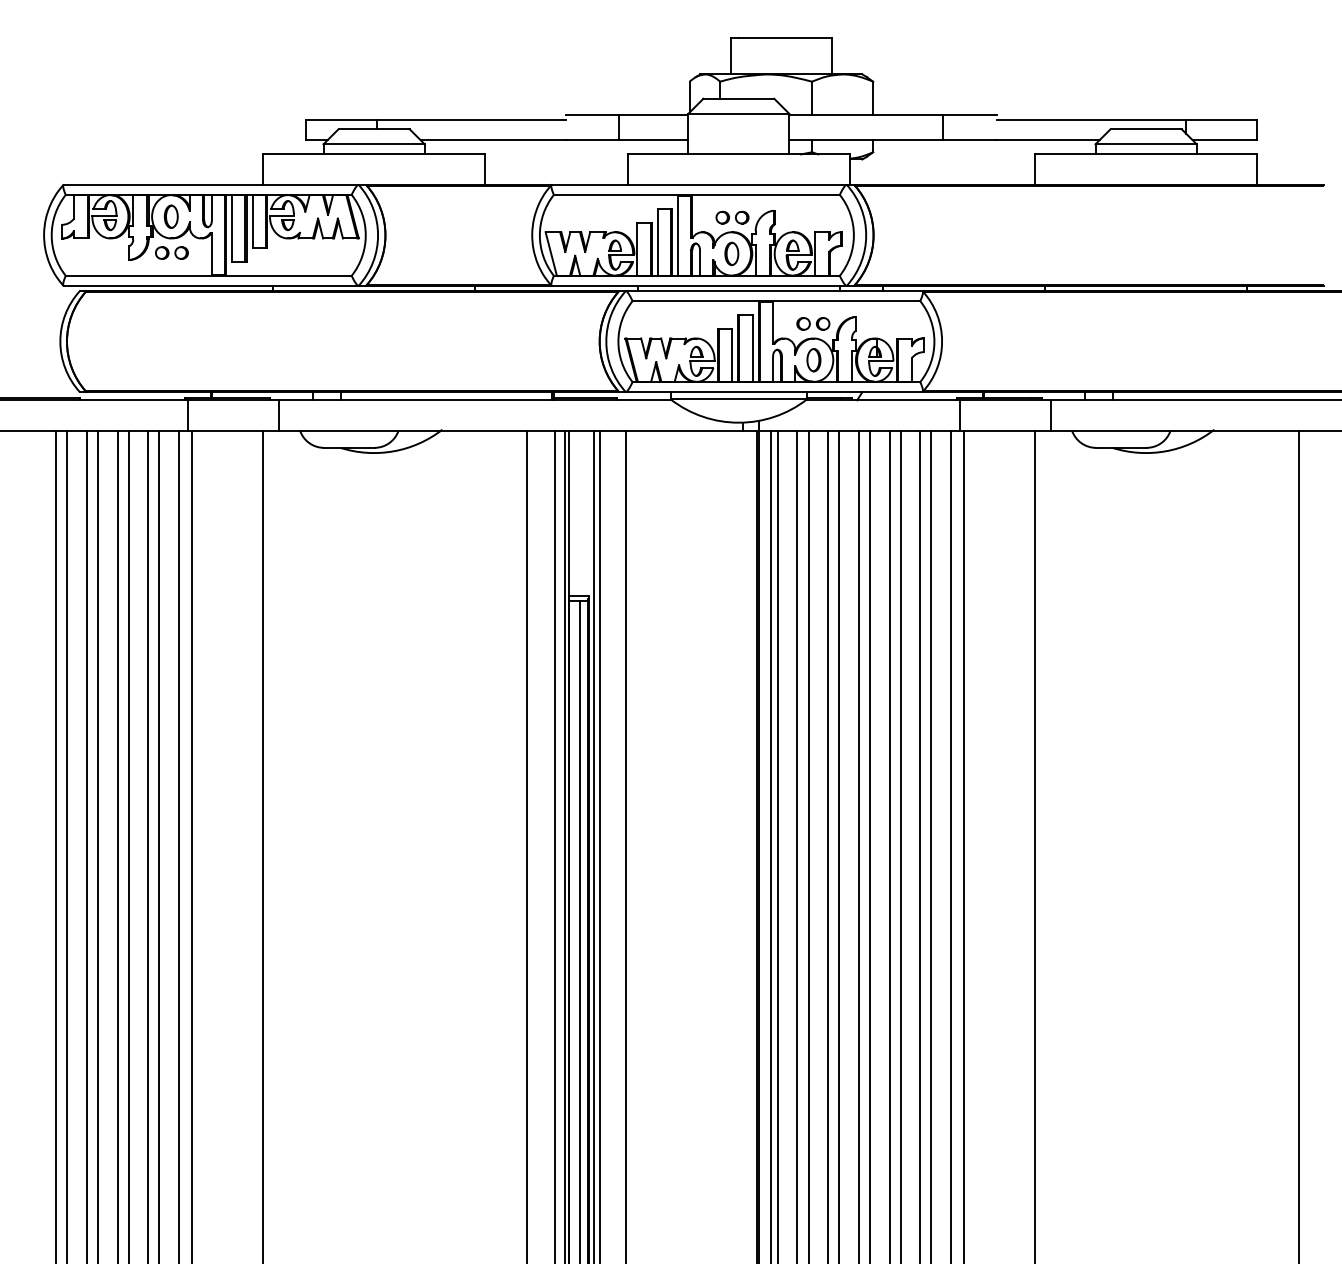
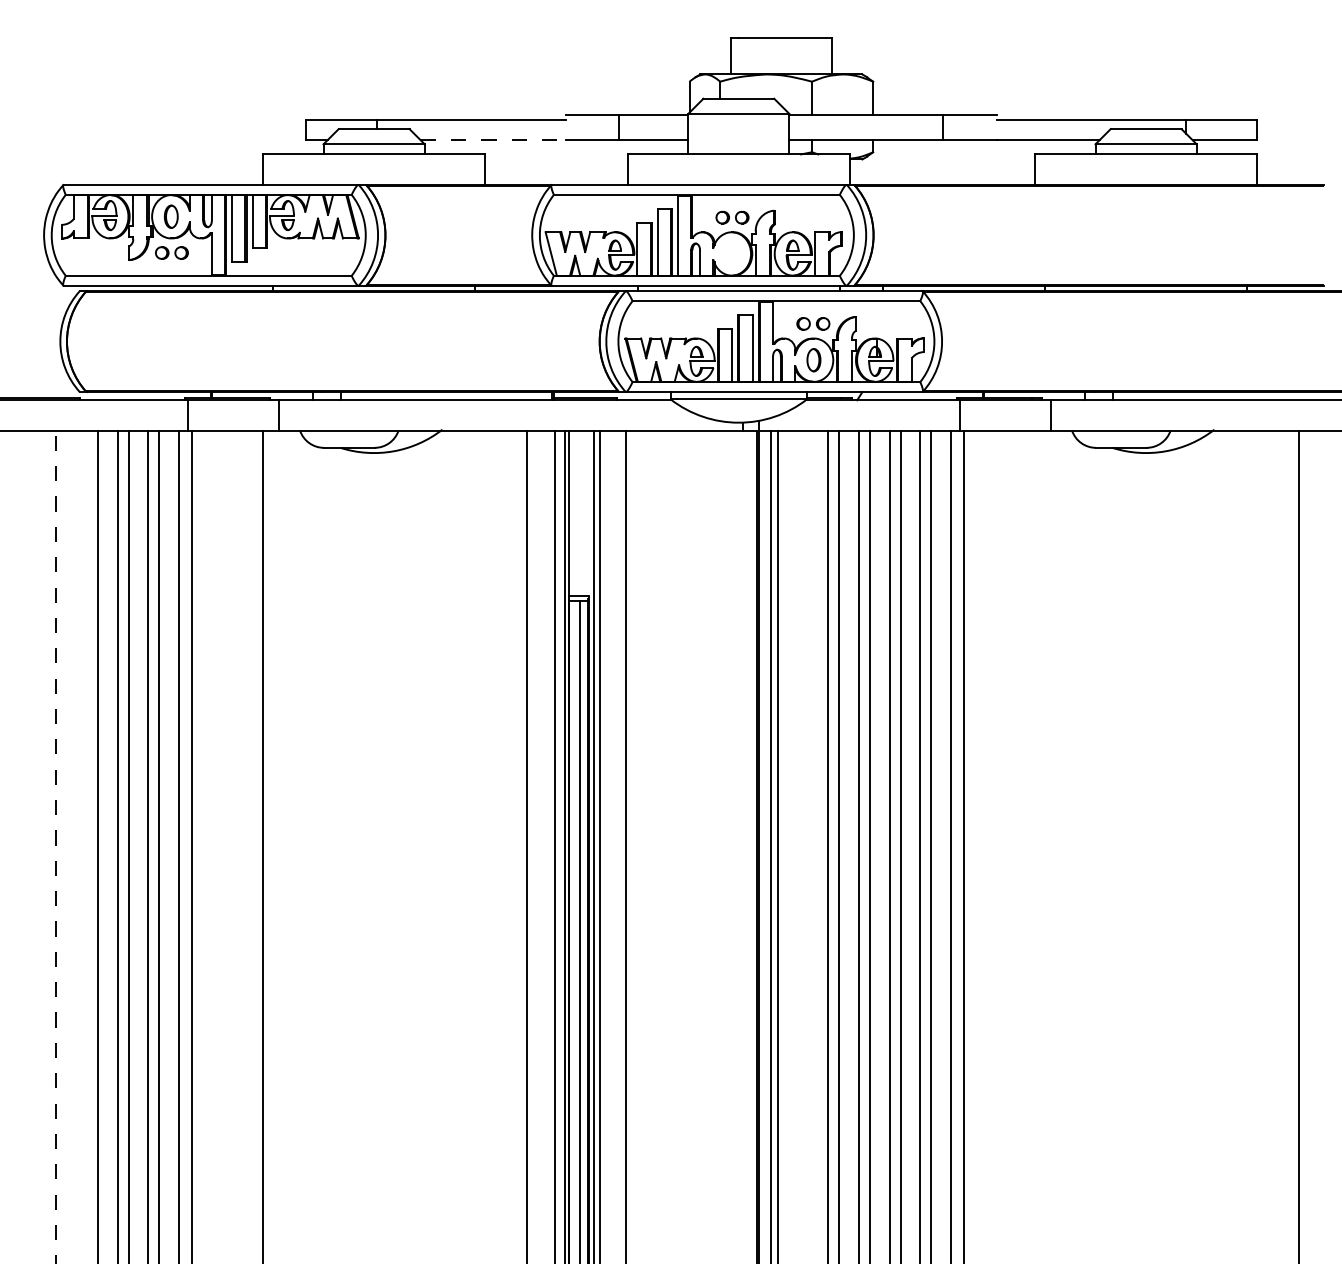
line at (493, 140): solid -> dashed
part at (731, 253): present -> none
line at (67, 845): present -> none
line at (86, 845): present -> none
line at (797, 845): present -> none
line at (808, 845): present -> none
line at (1035, 845): present -> none
line at (56, 846): solid -> dashed
